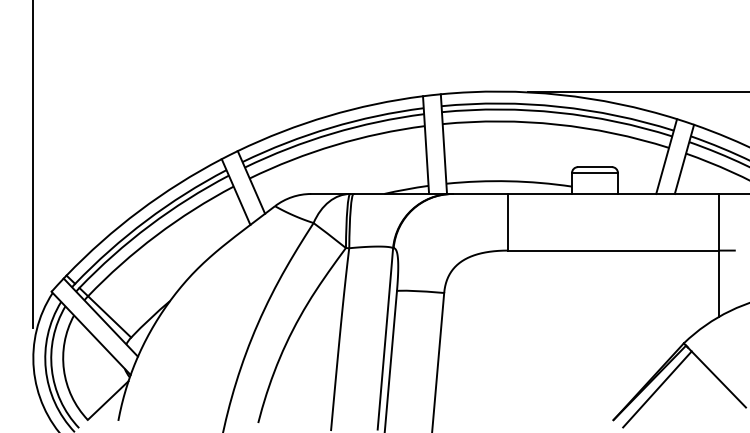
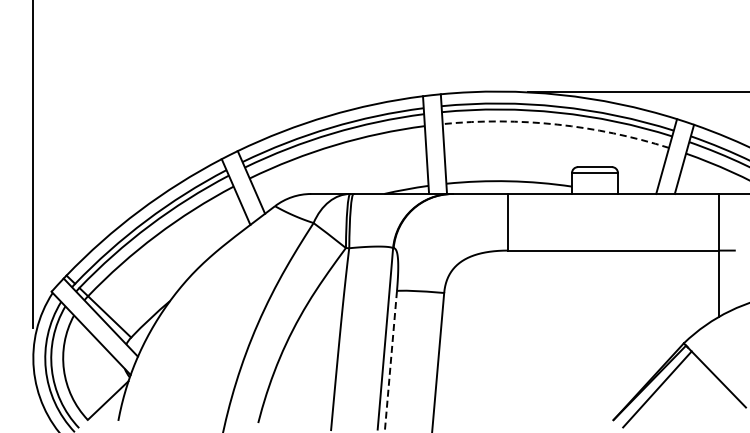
arc at (557, 124): solid -> dashed
line at (390, 361): solid -> dashed
